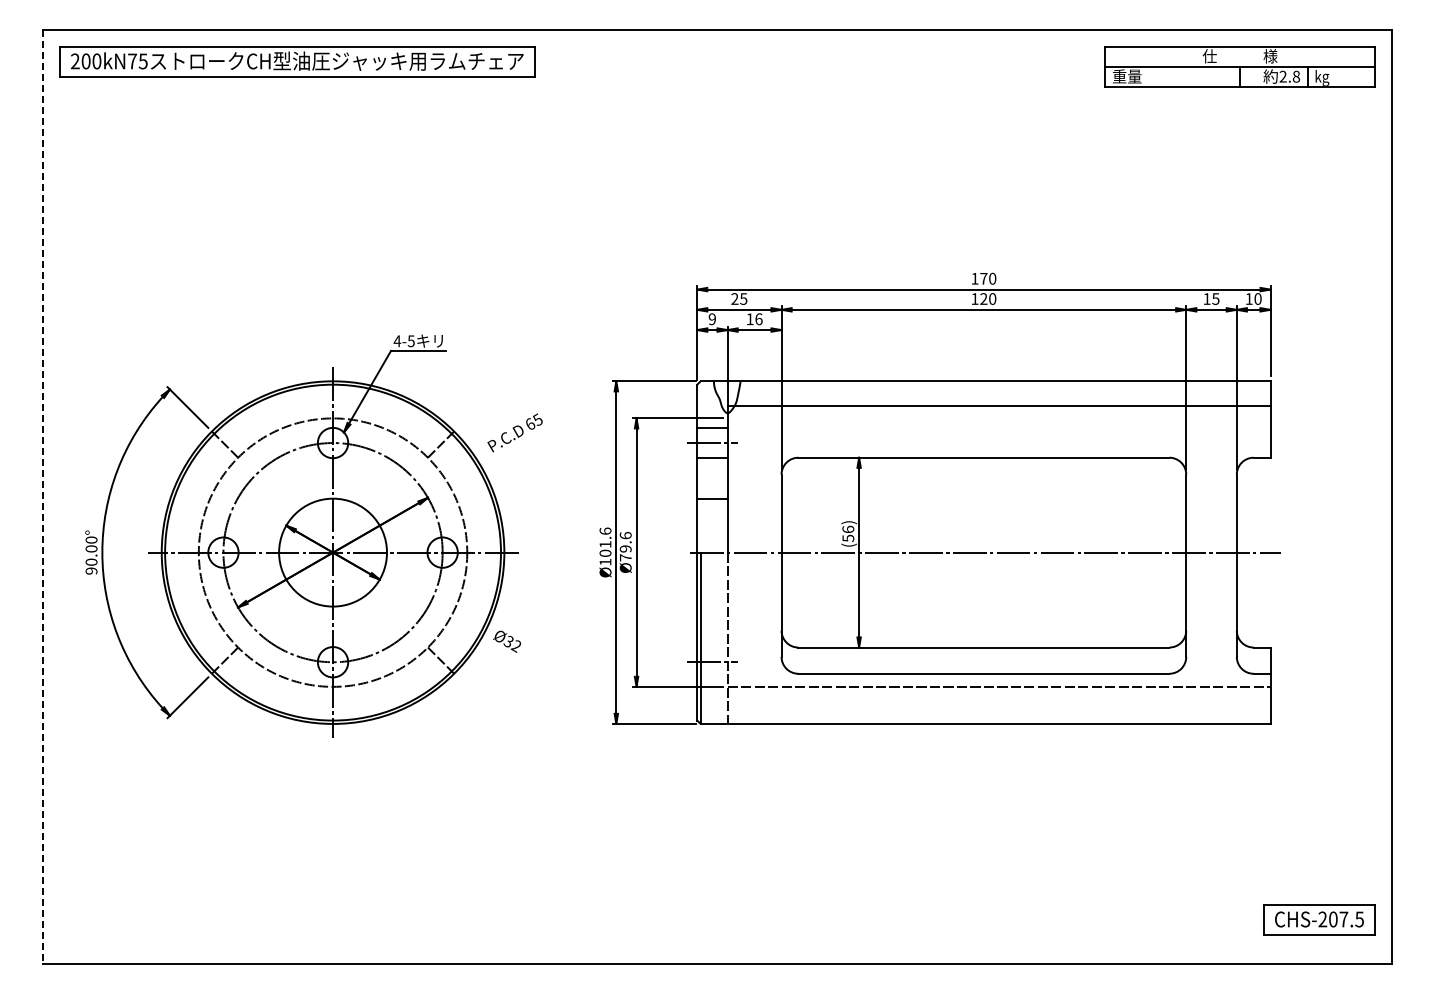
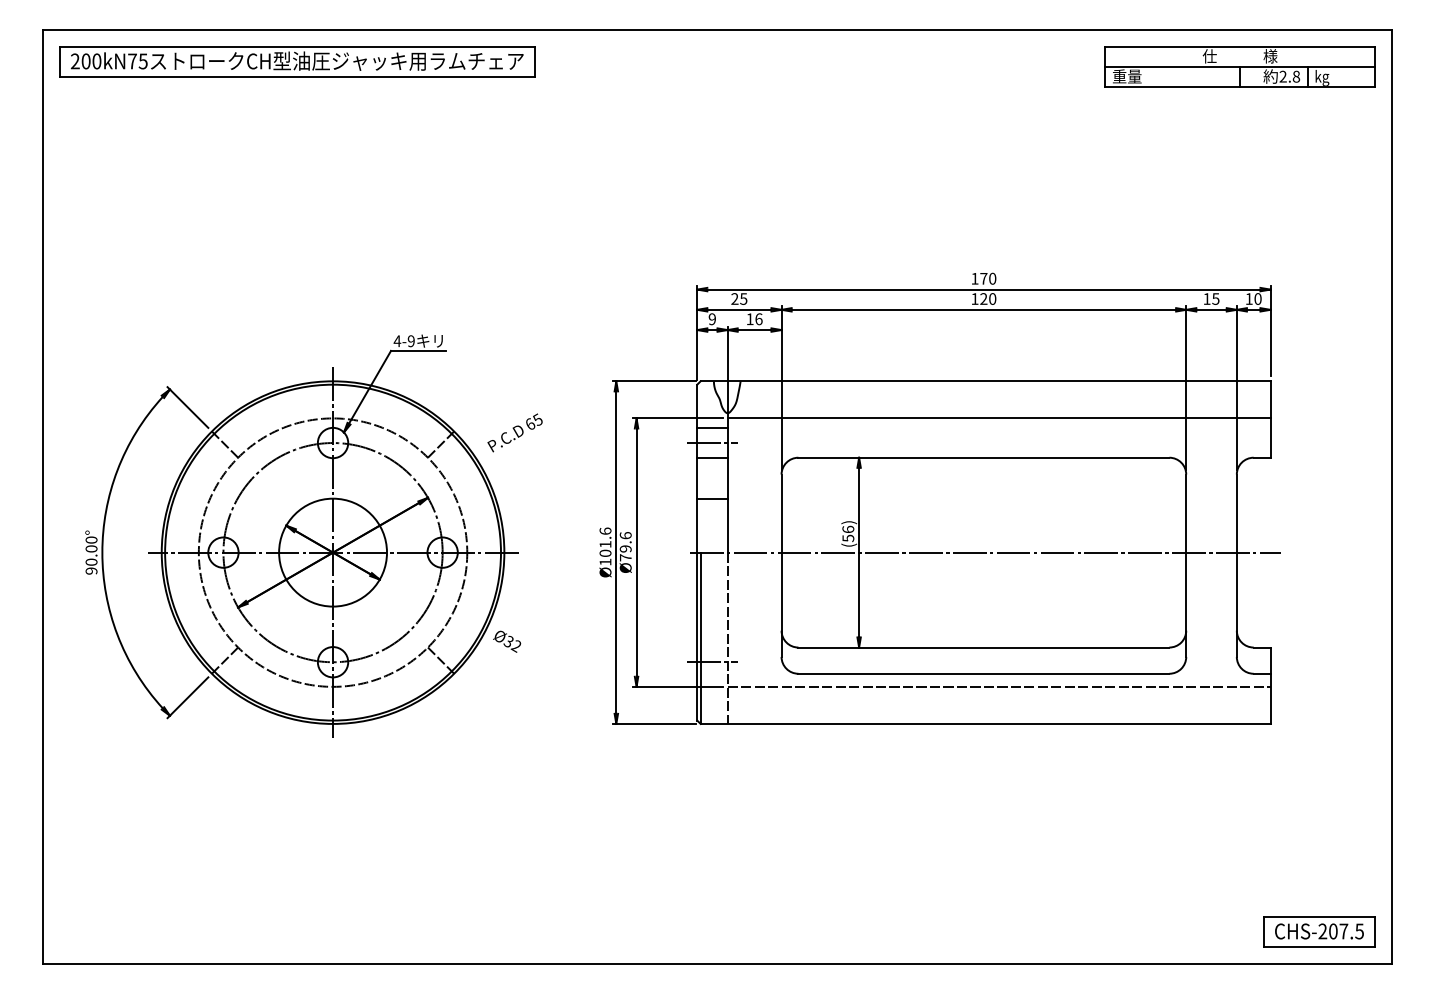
text at (410, 340): 4-5 -> 4-9
line at (998, 406) position: (998, 406) -> (998, 418)
line at (43, 497): dashed -> solid
part at (1319, 919) position: (1319, 919) -> (1319, 931)
